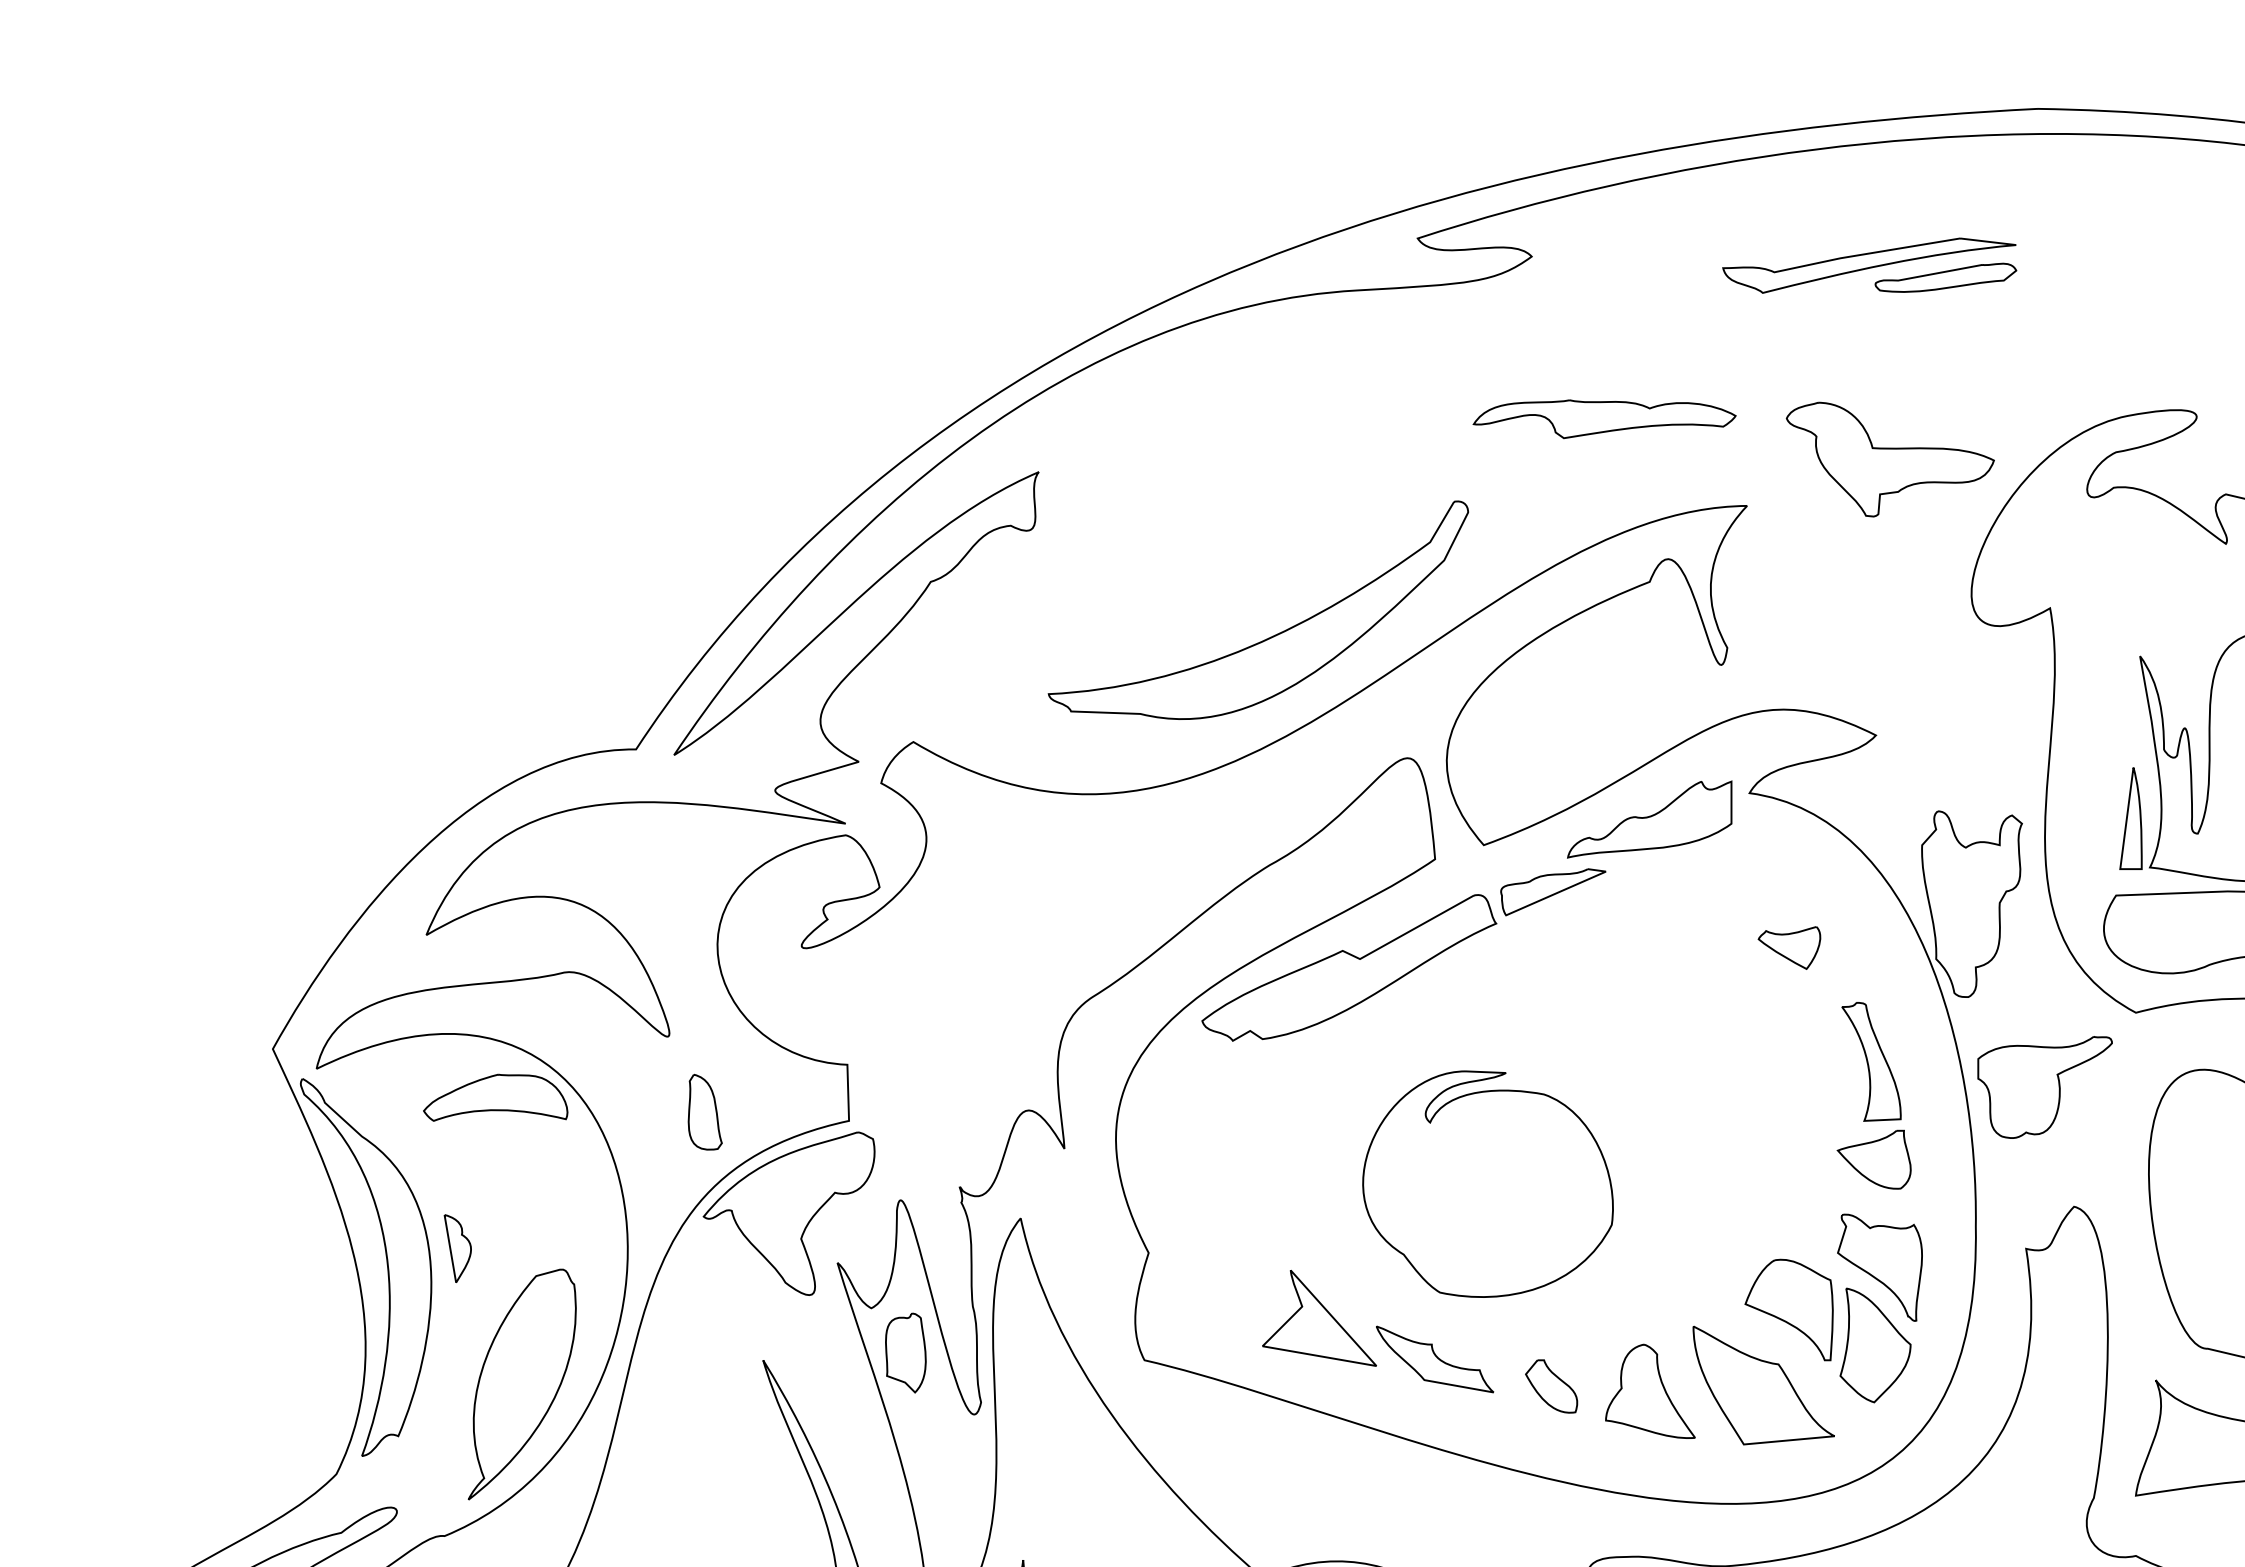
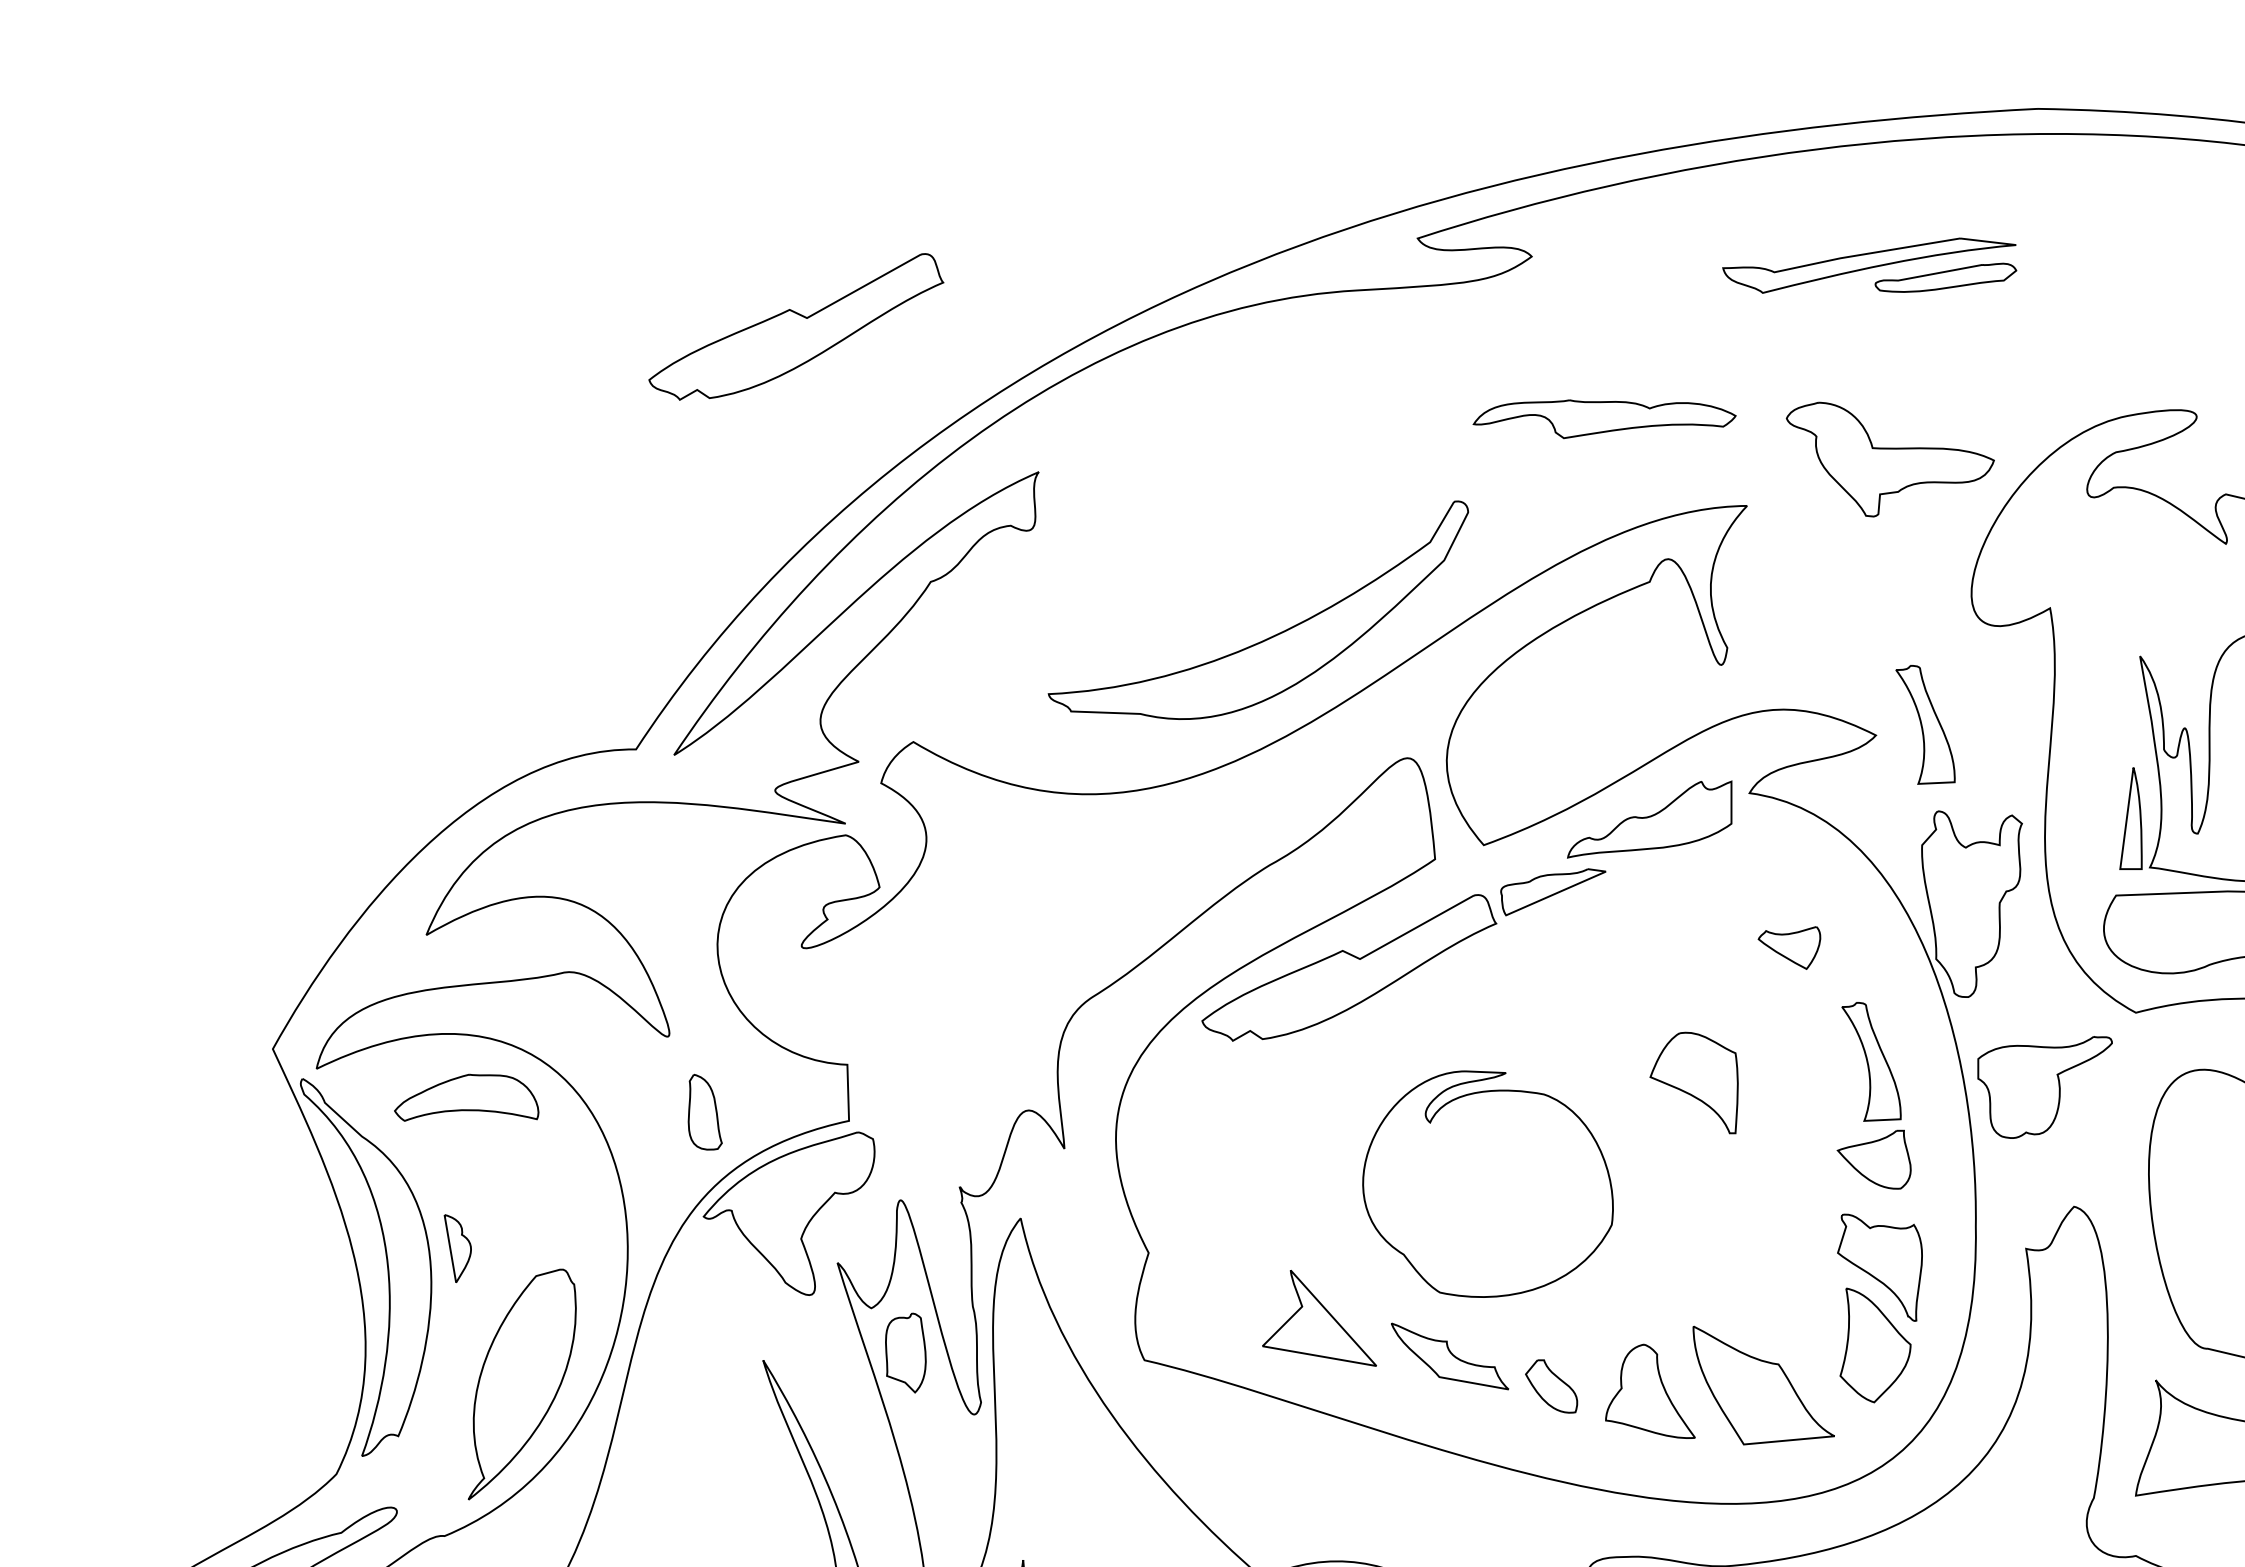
part at (796, 326): none -> present
part at (1925, 724): none -> present
part at (495, 1097) position: (495, 1097) -> (466, 1097)
part at (1788, 1309) position: (1788, 1309) -> (1693, 1082)
part at (1435, 1359) position: (1435, 1359) -> (1450, 1356)
